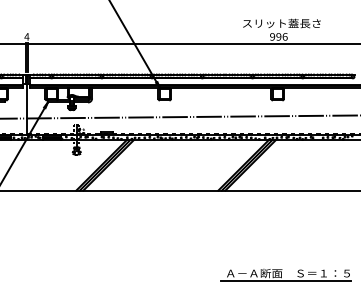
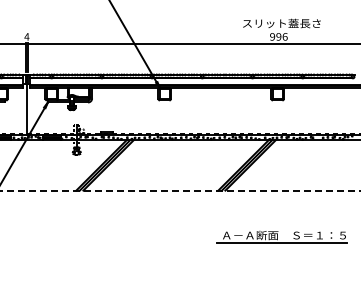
line at (179, 116): present -> none
line at (180, 190): solid -> dashed
part at (285, 274) position: (285, 274) -> (281, 236)
